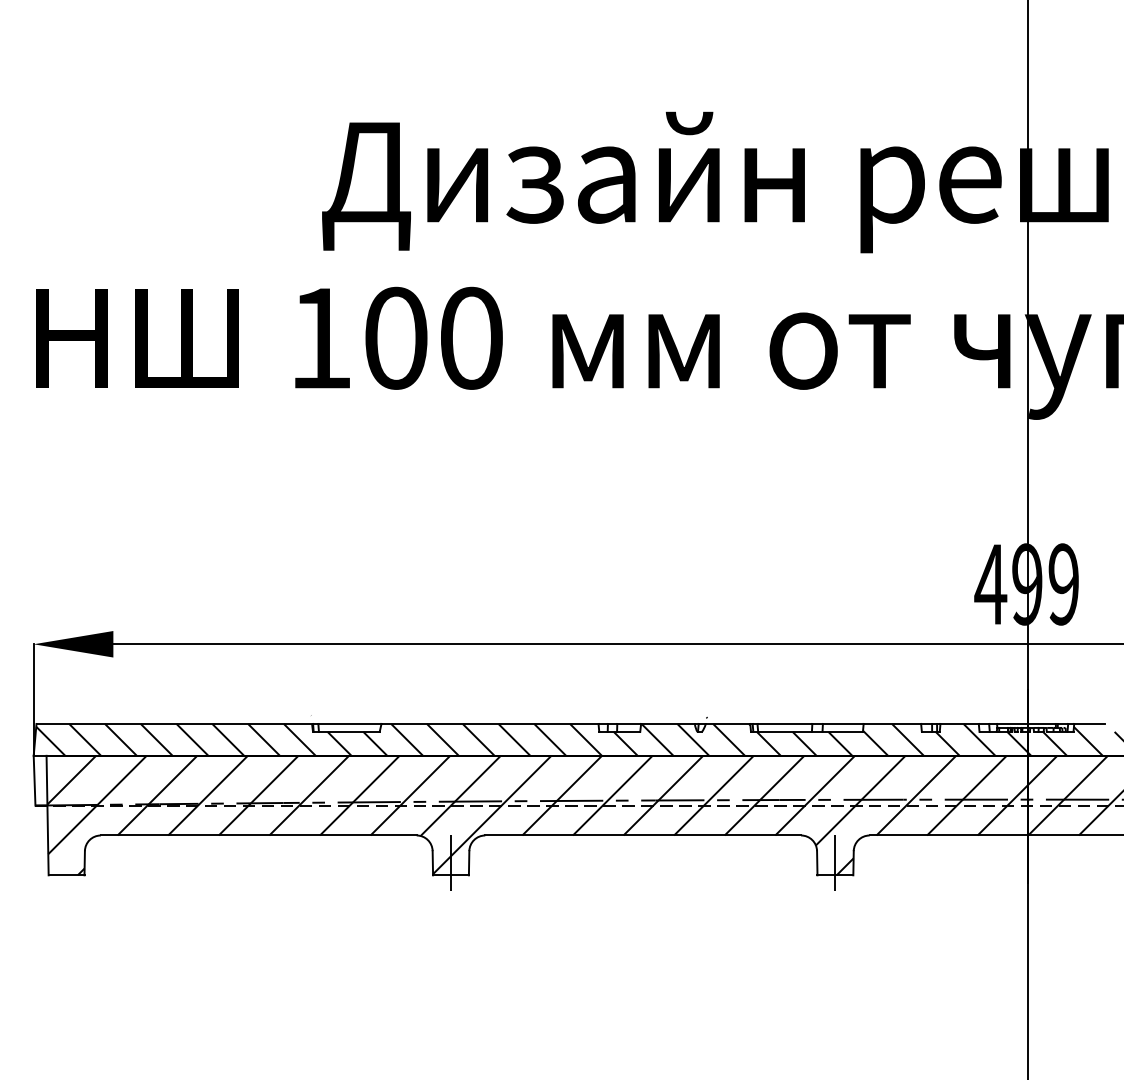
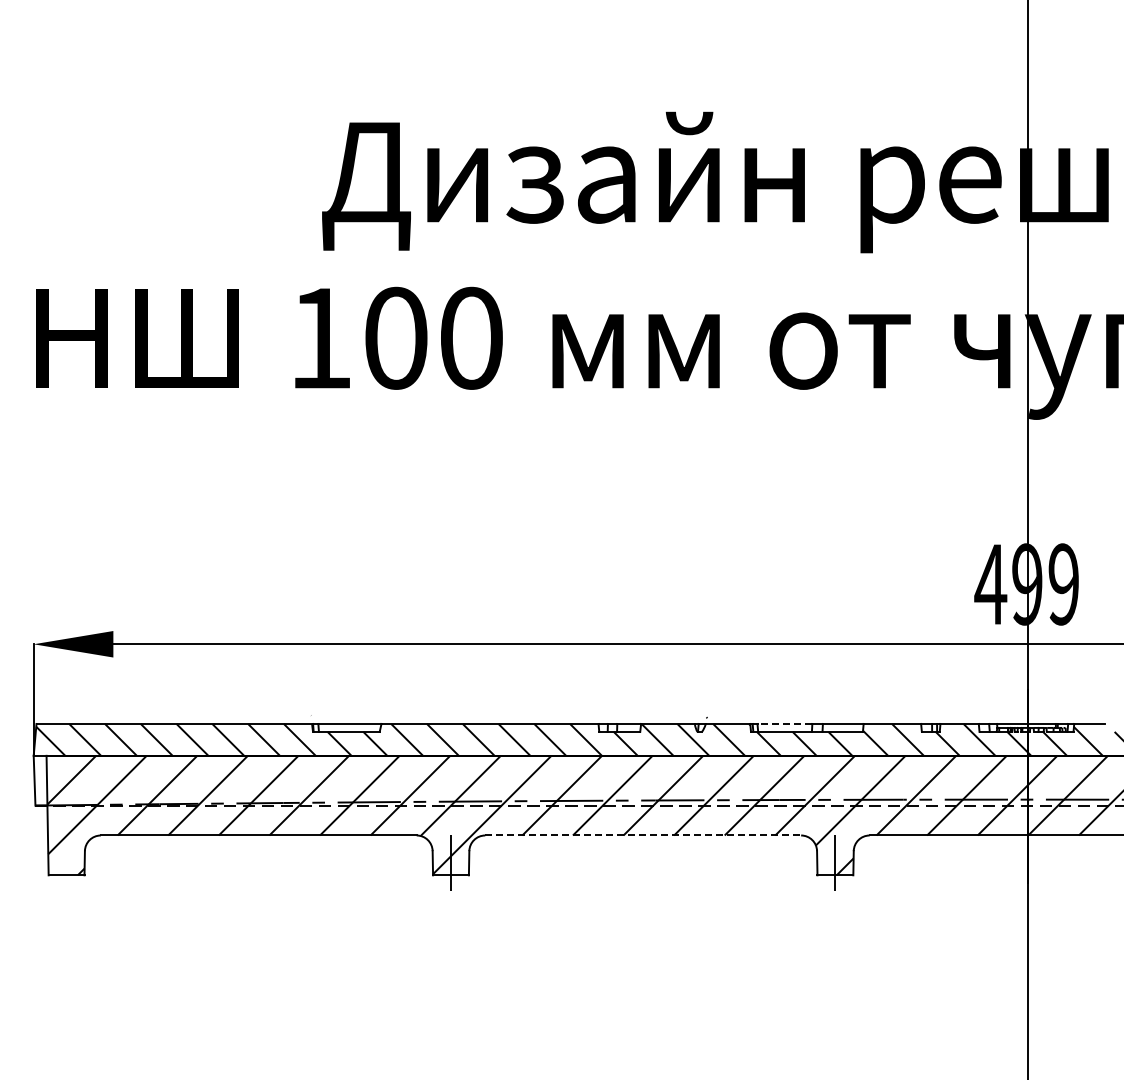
line at (784, 723): solid -> dashed
line at (643, 835): solid -> dashed
